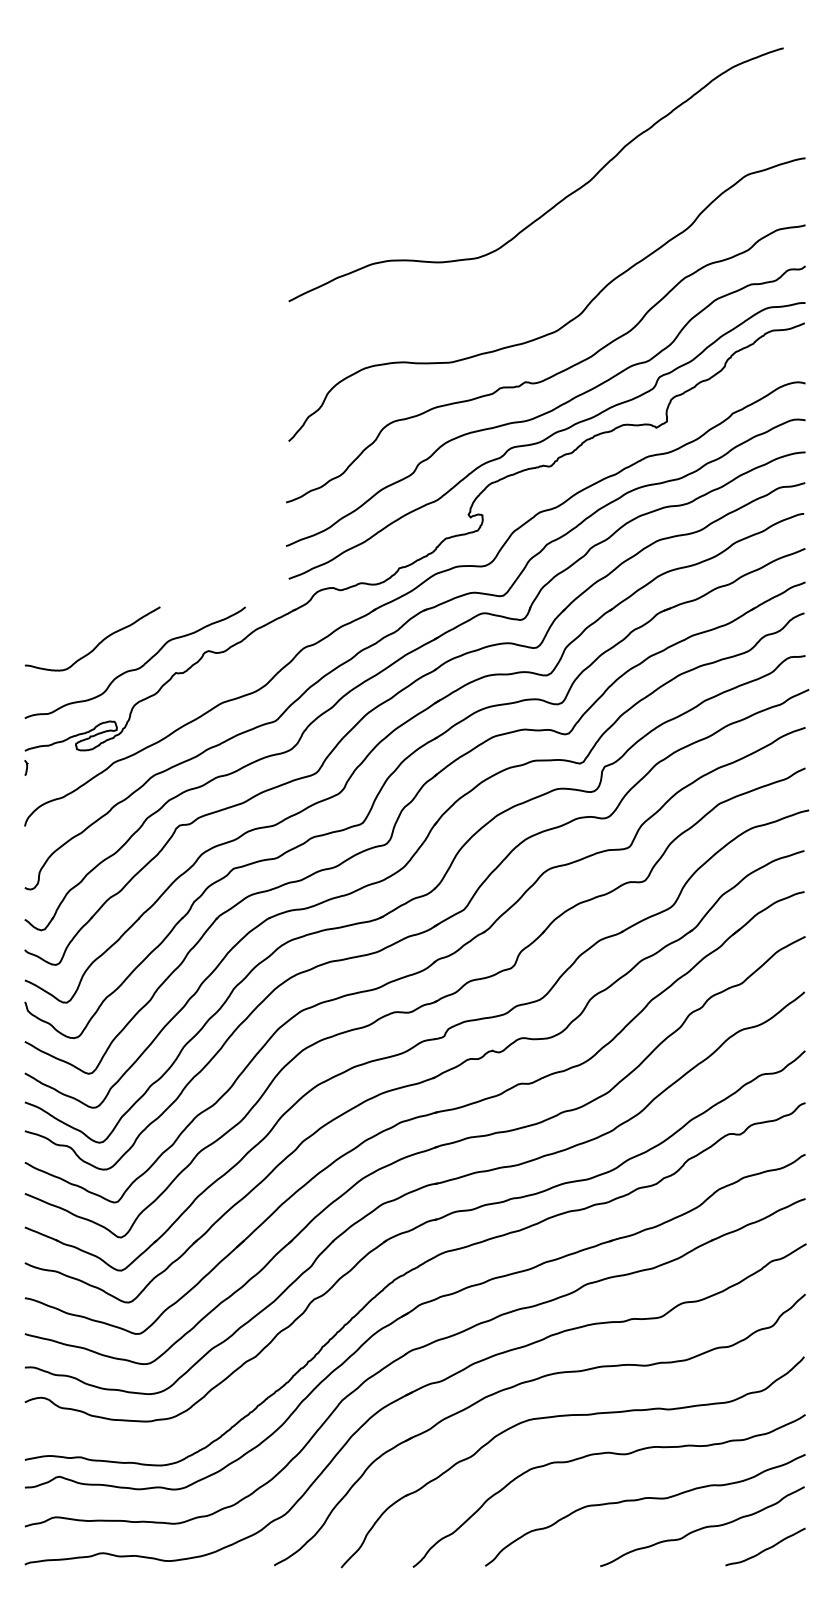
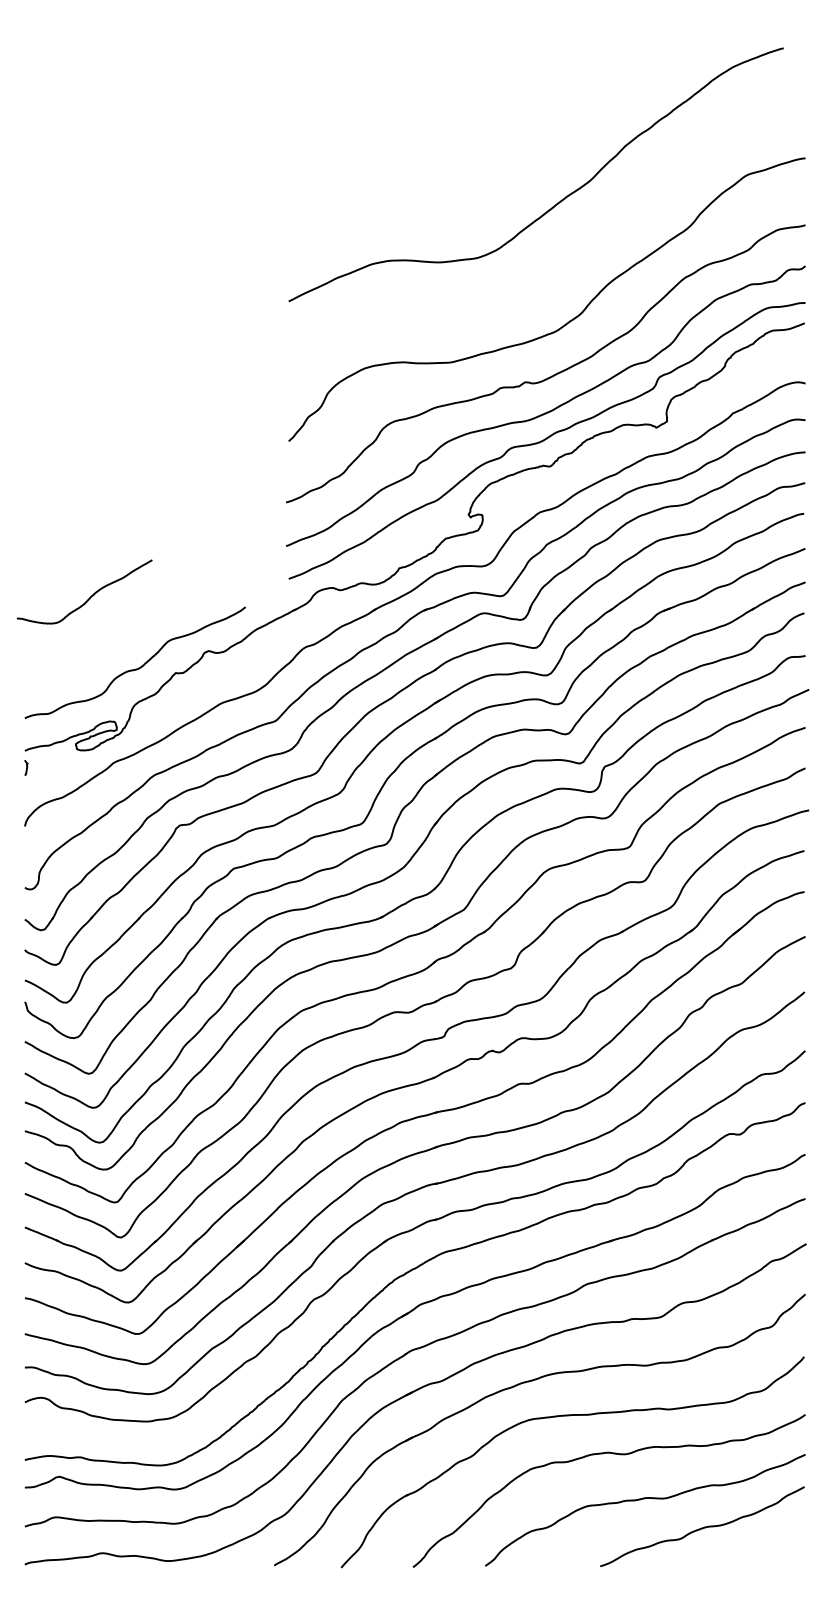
curve at (98, 643) position: (98, 643) -> (90, 596)
curve at (765, 1548): present -> none
